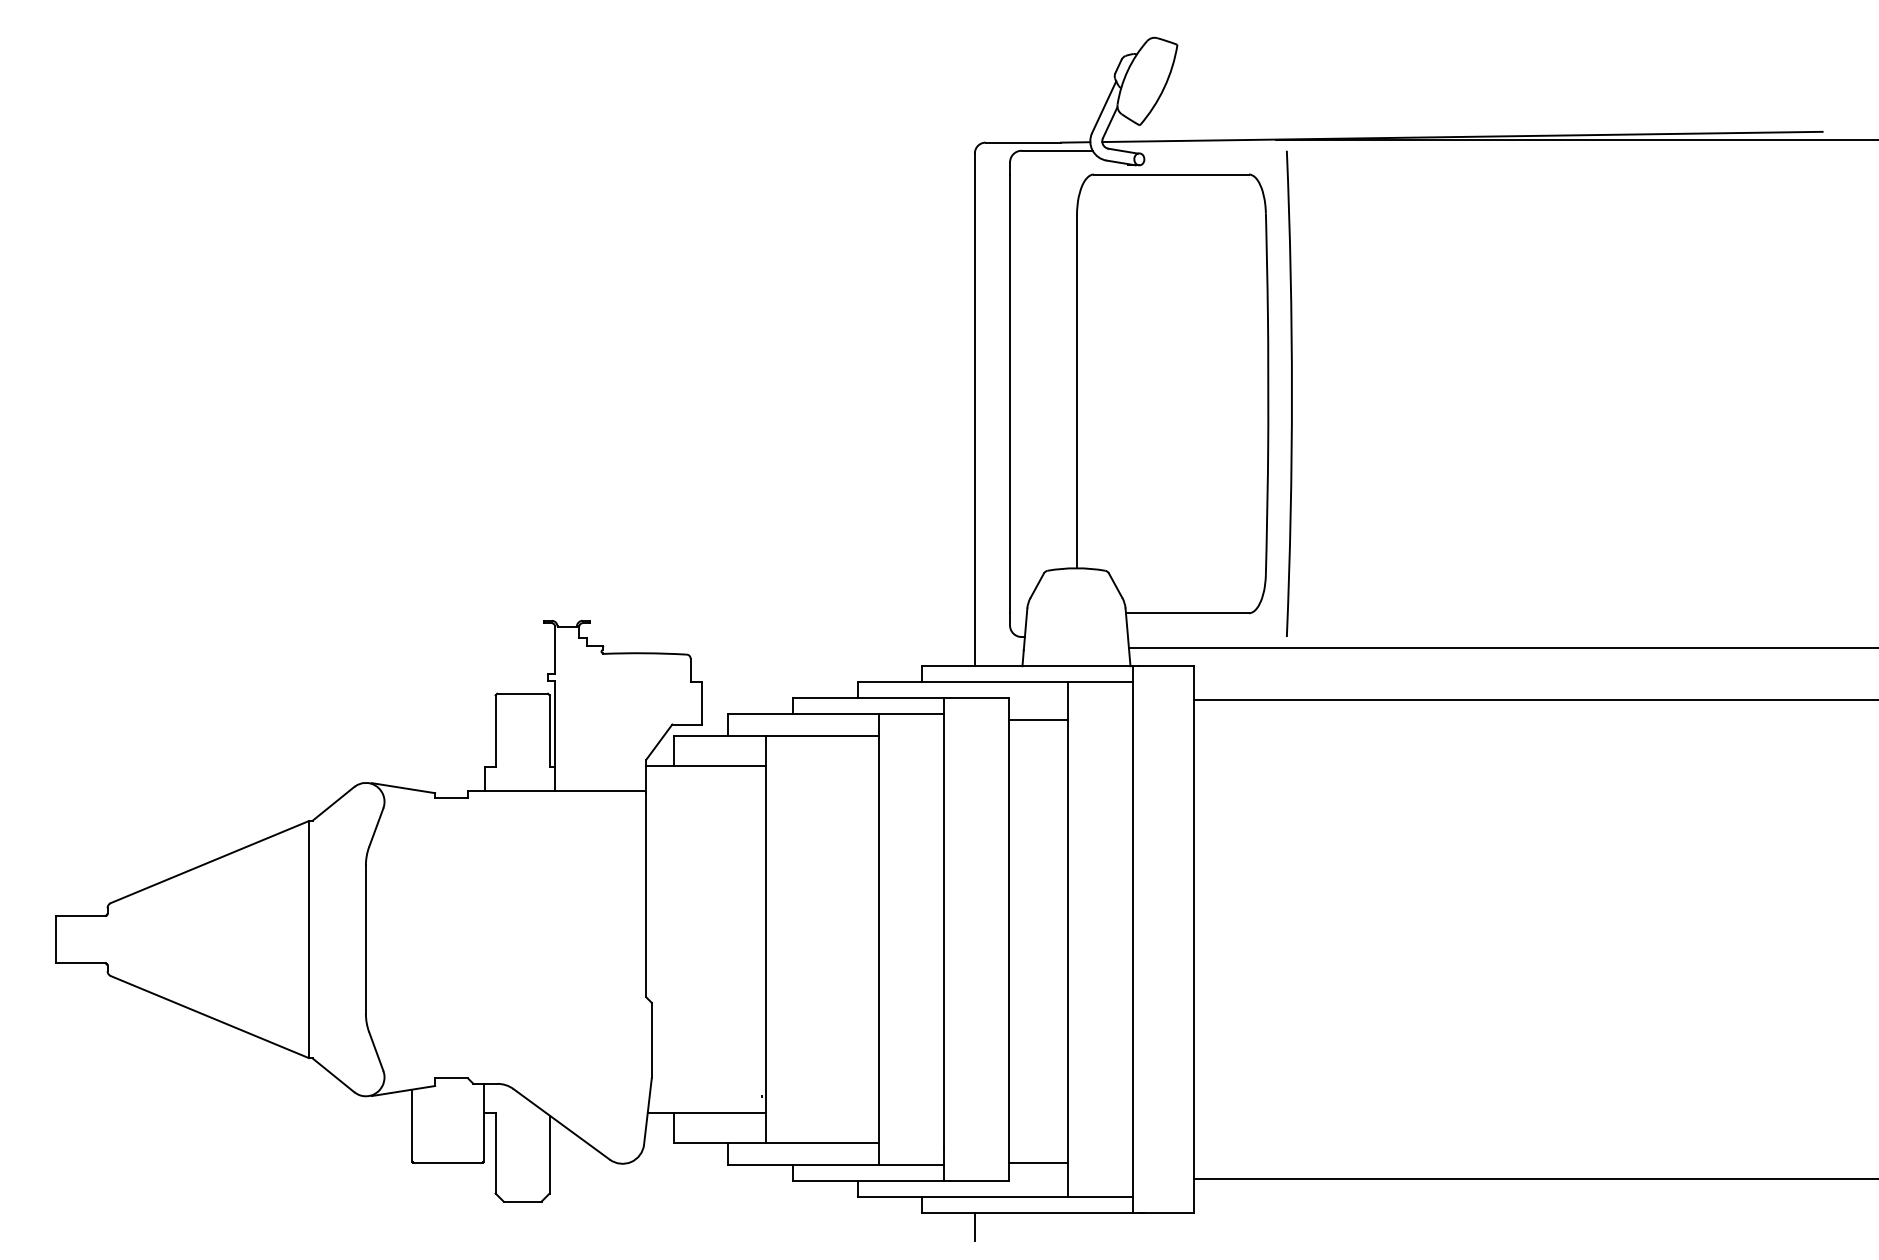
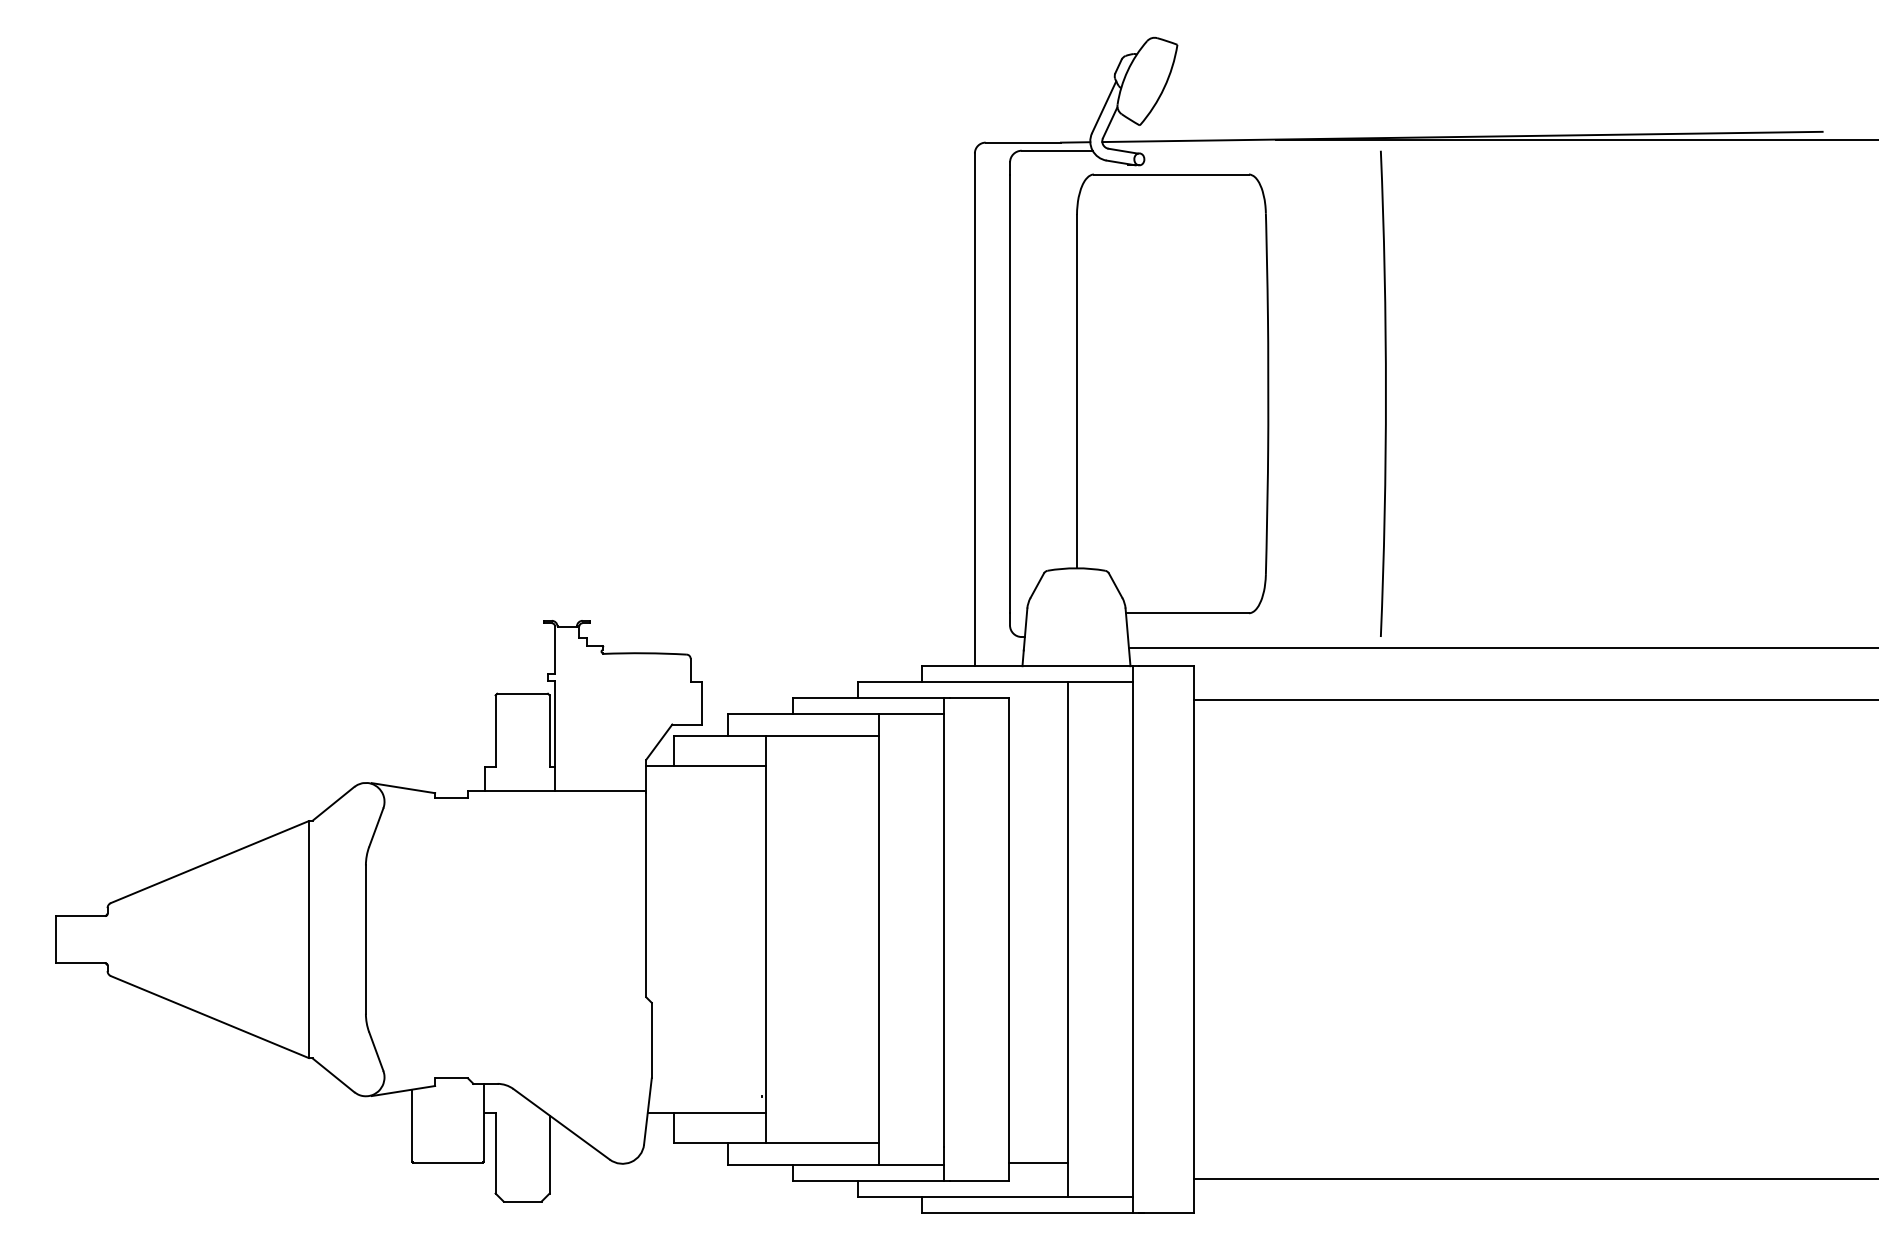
arc at (1291, 393) position: (1291, 393) -> (1385, 393)
line at (1038, 719): present -> none
line at (974, 1226): present -> none
